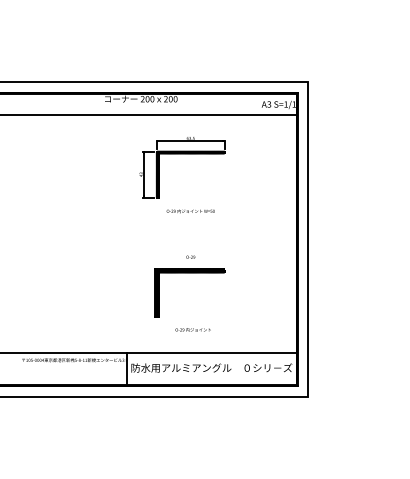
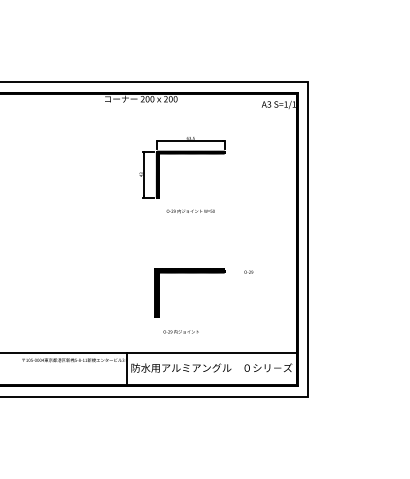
line at (149, 115): present -> none
text at (190, 256) position: (190, 256) -> (248, 271)
text at (192, 329) position: (192, 329) -> (180, 331)
